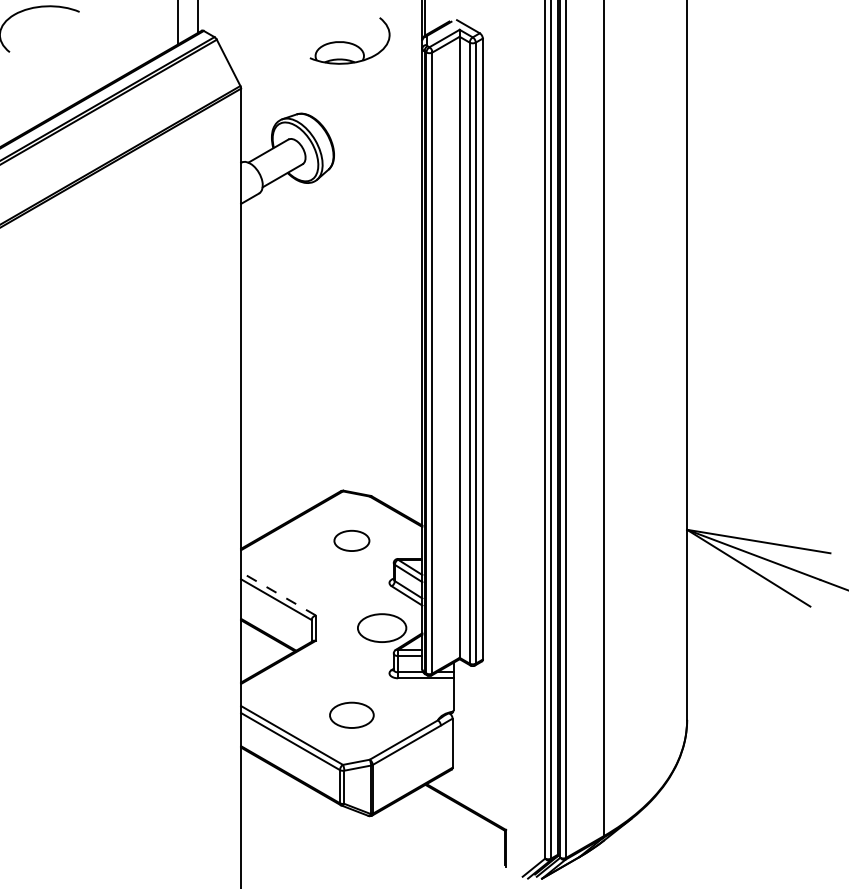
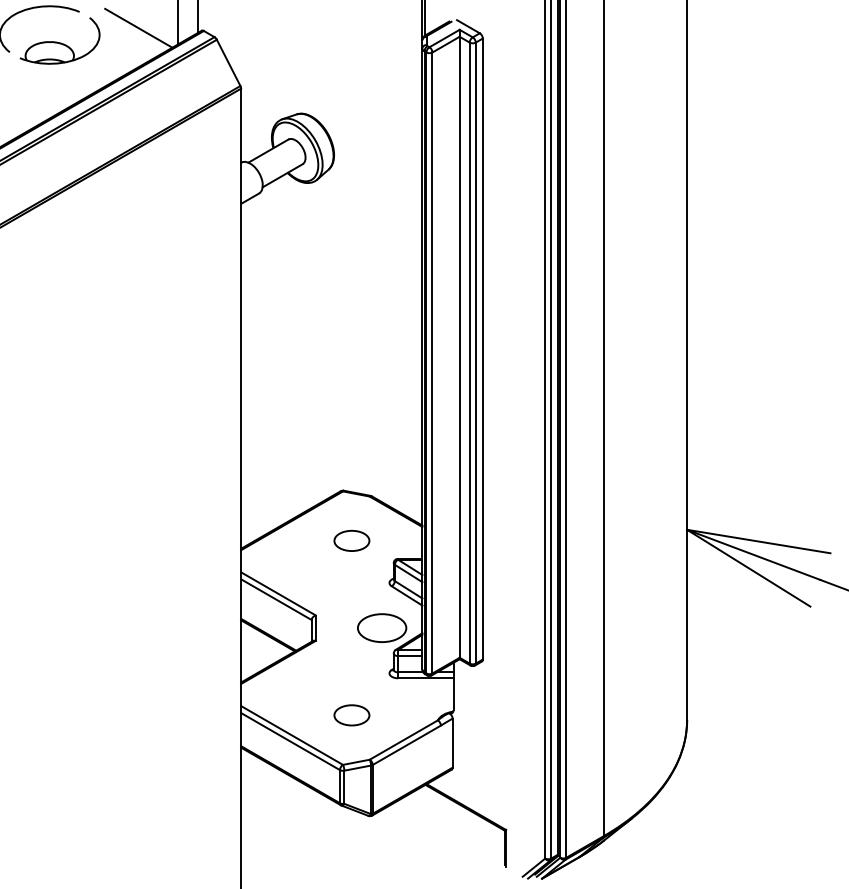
line at (138, 27): none -> present
part at (349, 40) position: (349, 40) -> (59, 40)
line at (278, 593): dashed -> solid
part at (351, 714) size: 46x28 px -> 38x23 px
